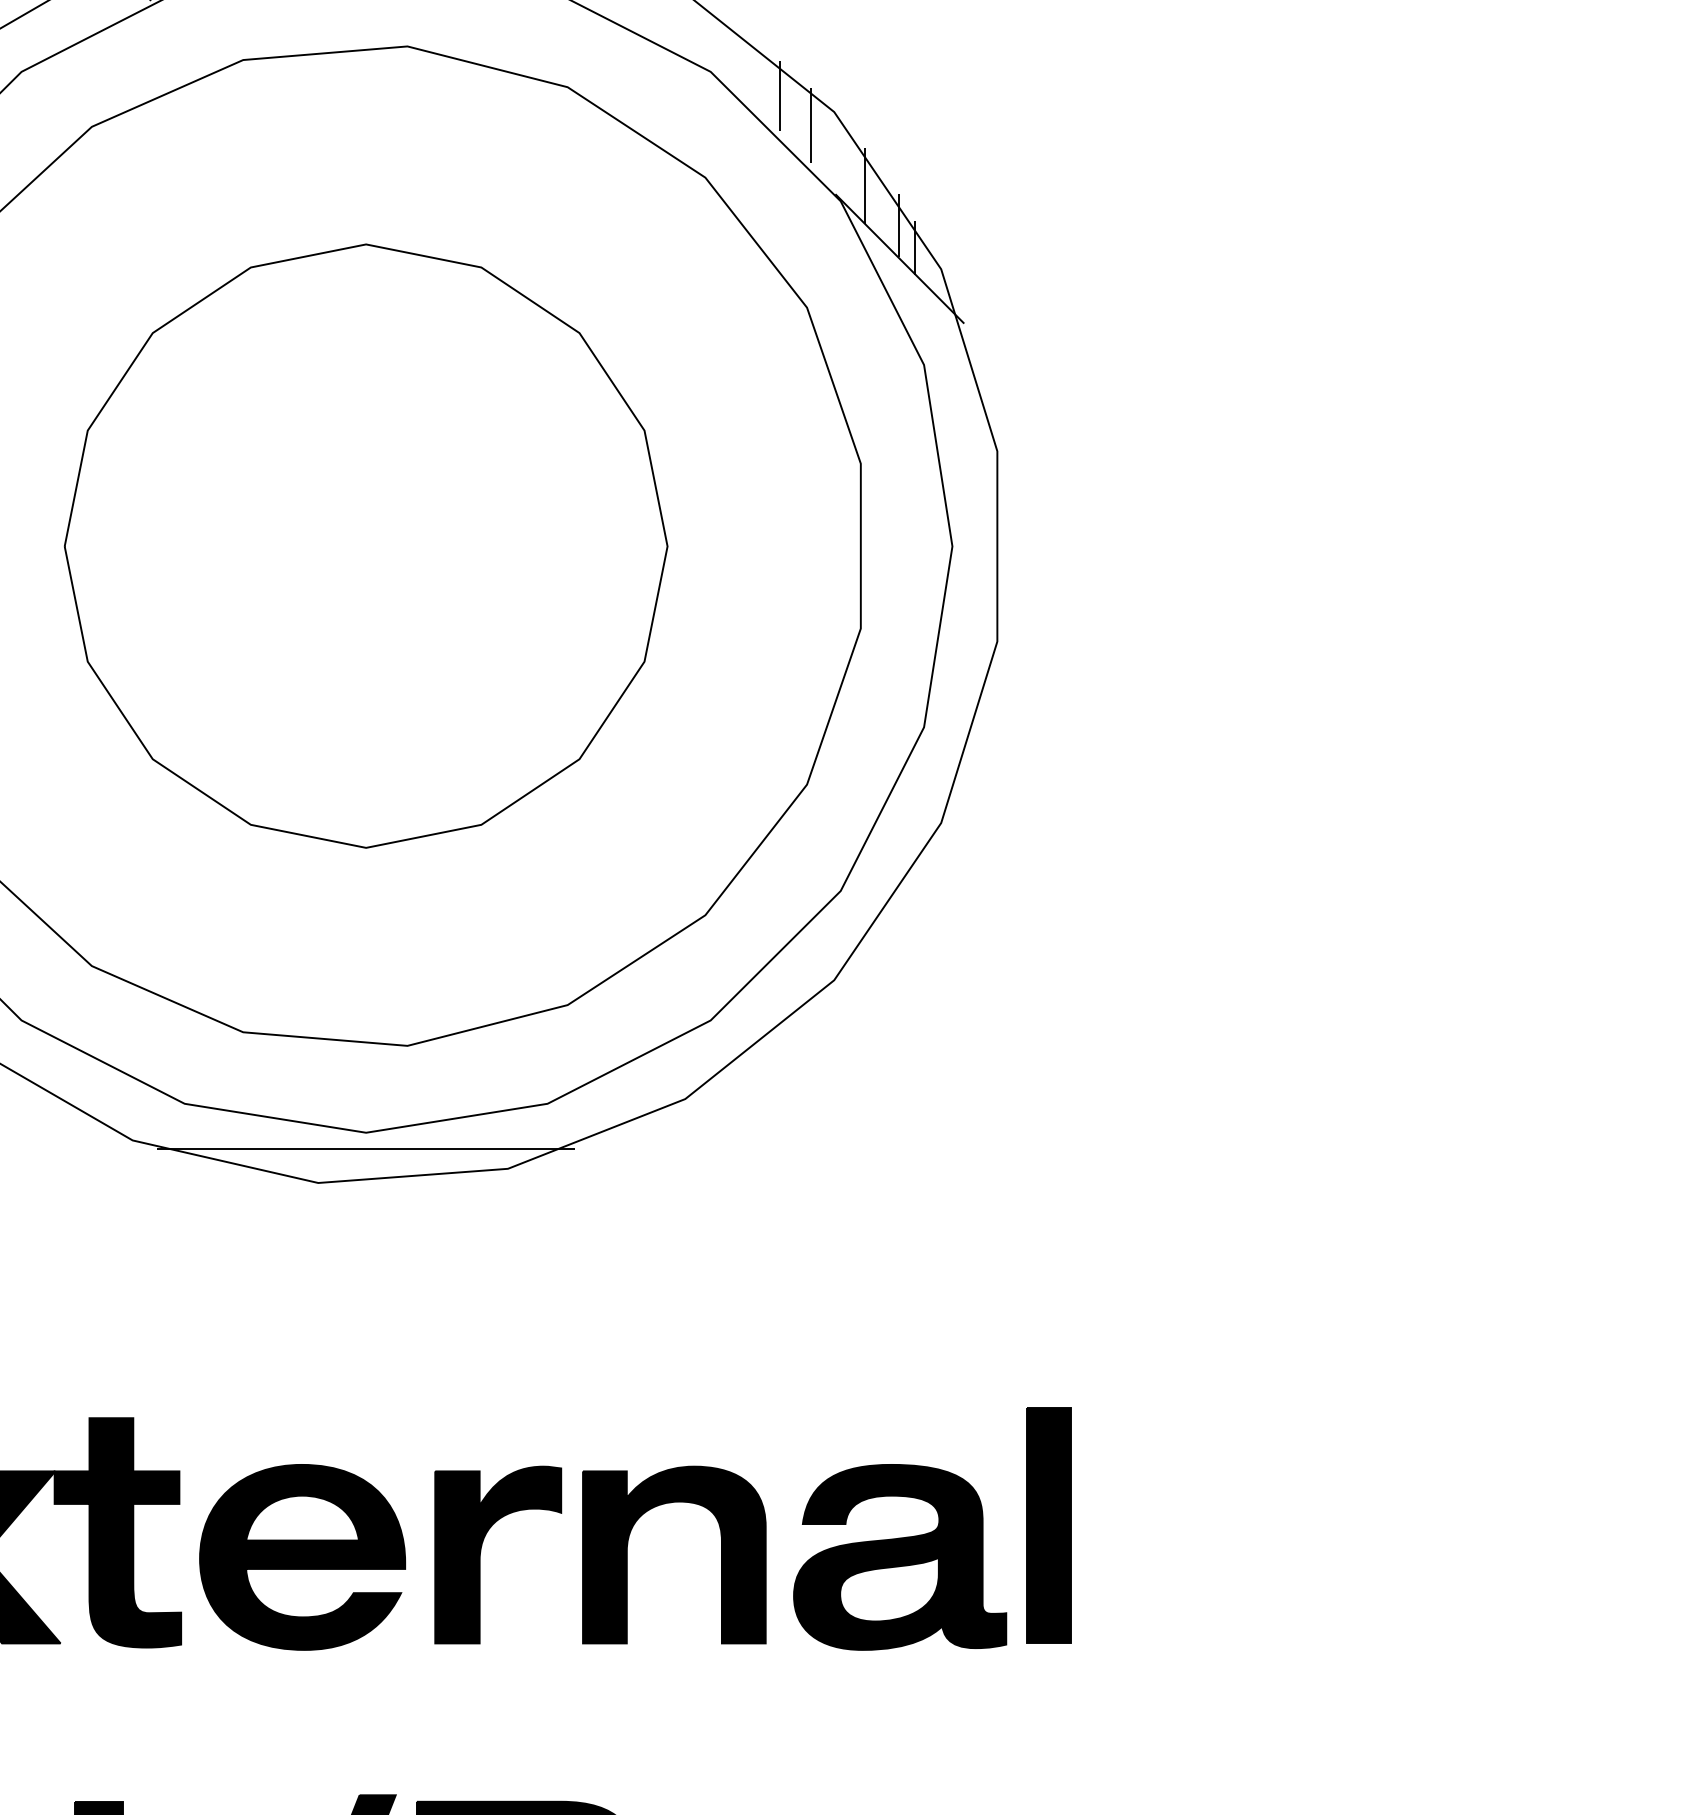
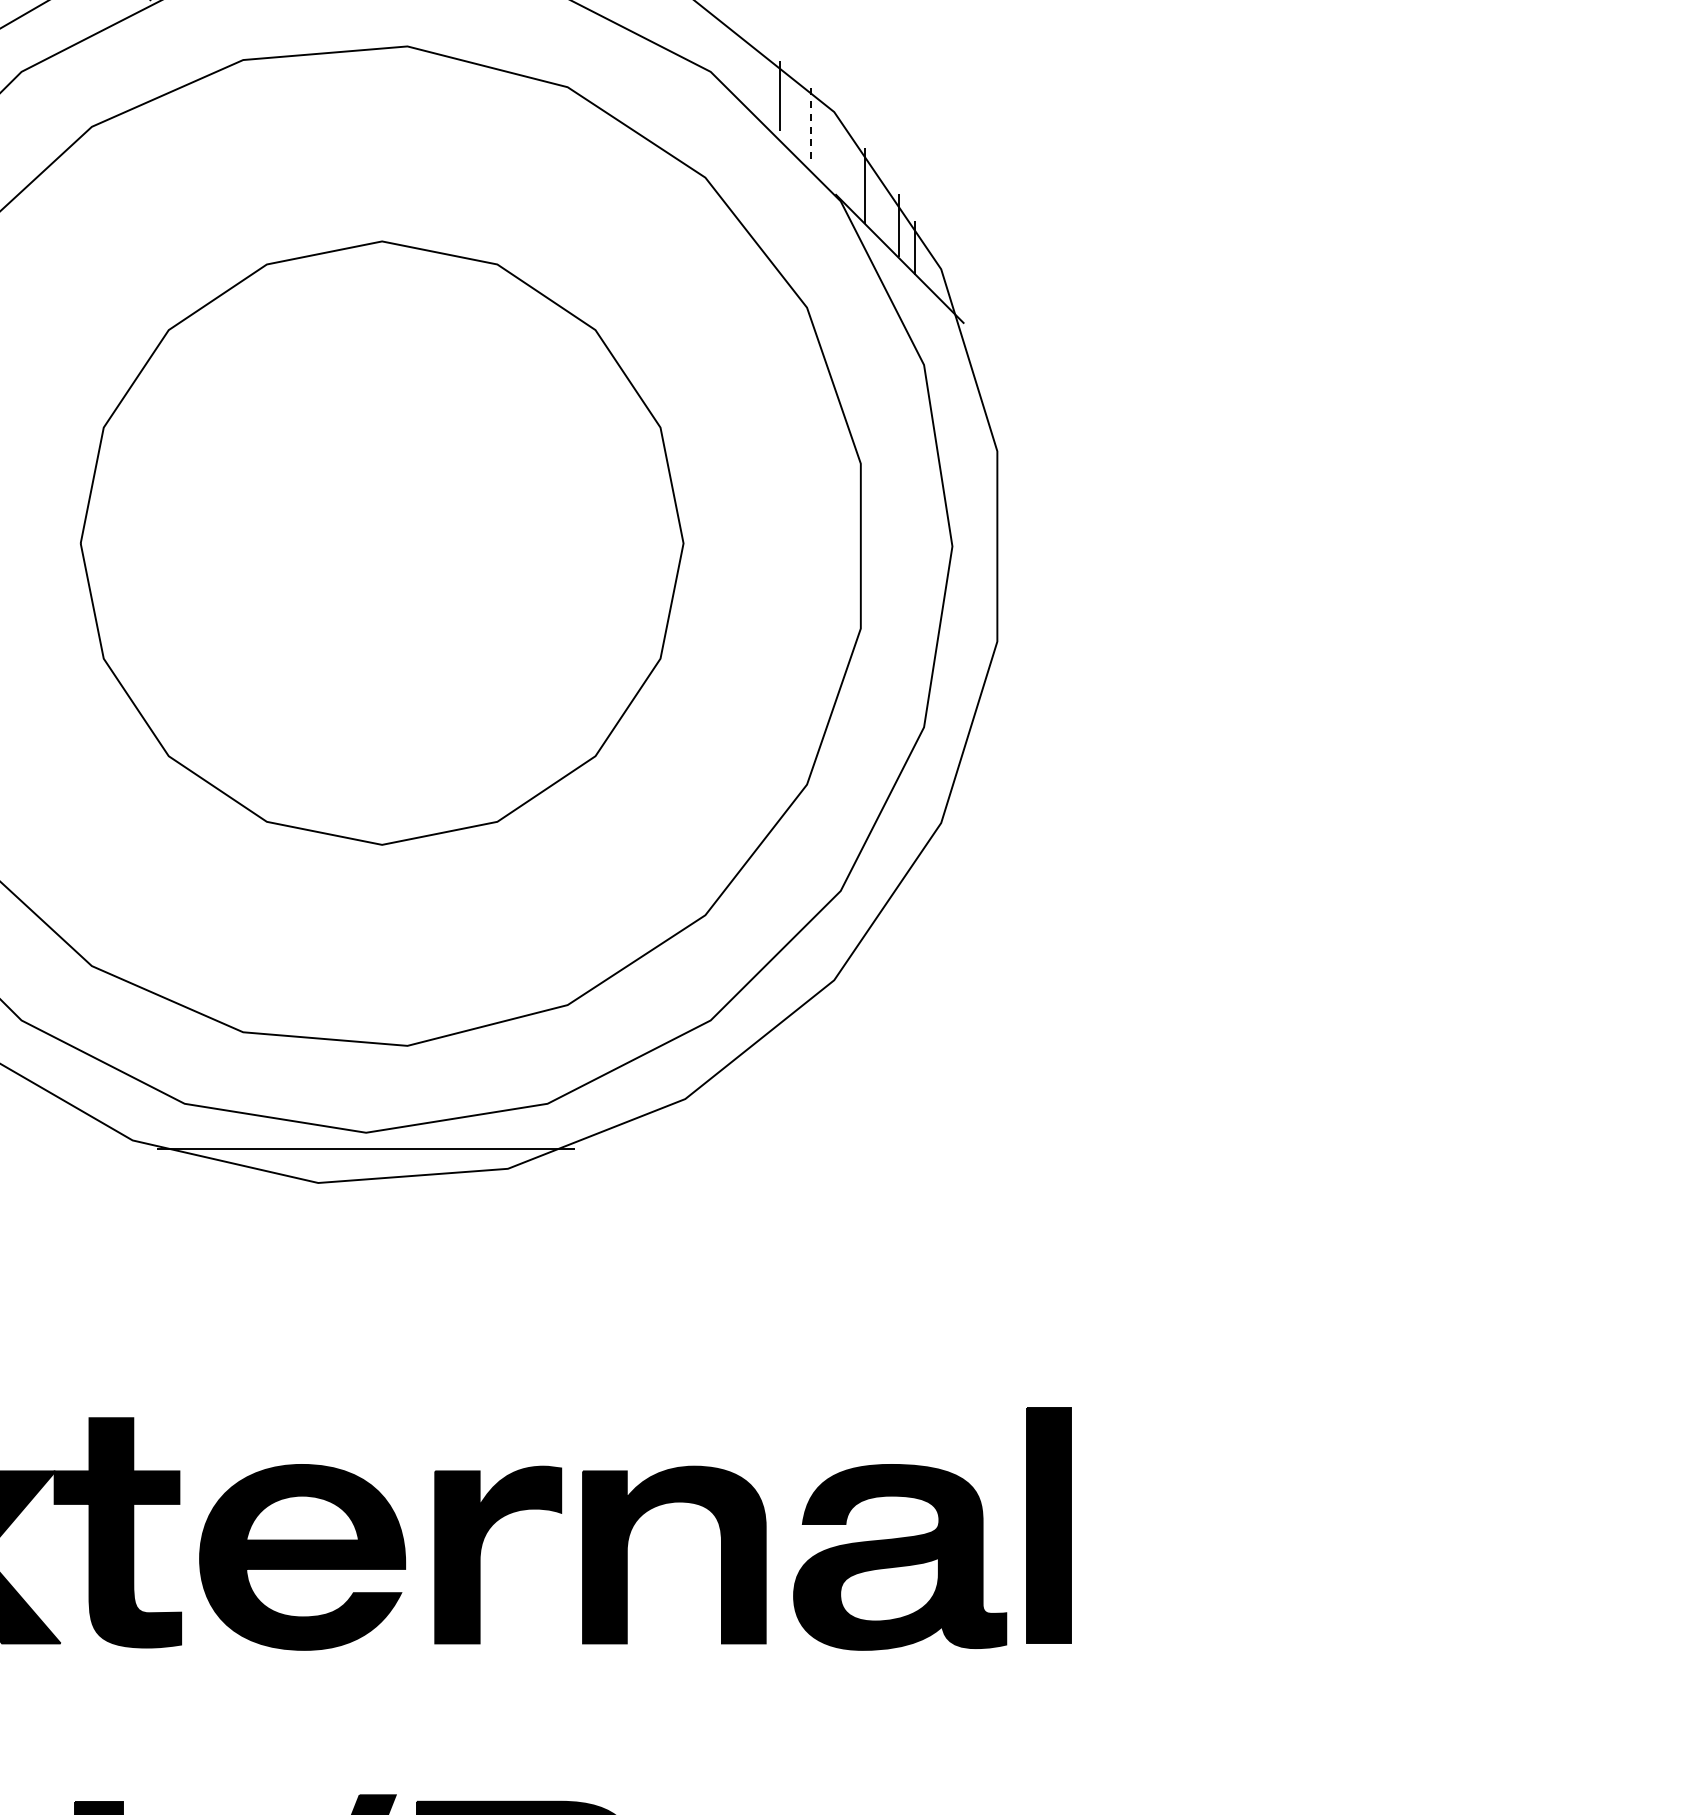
line at (810, 125): solid -> dashed
part at (365, 545) position: (365, 545) -> (381, 542)
